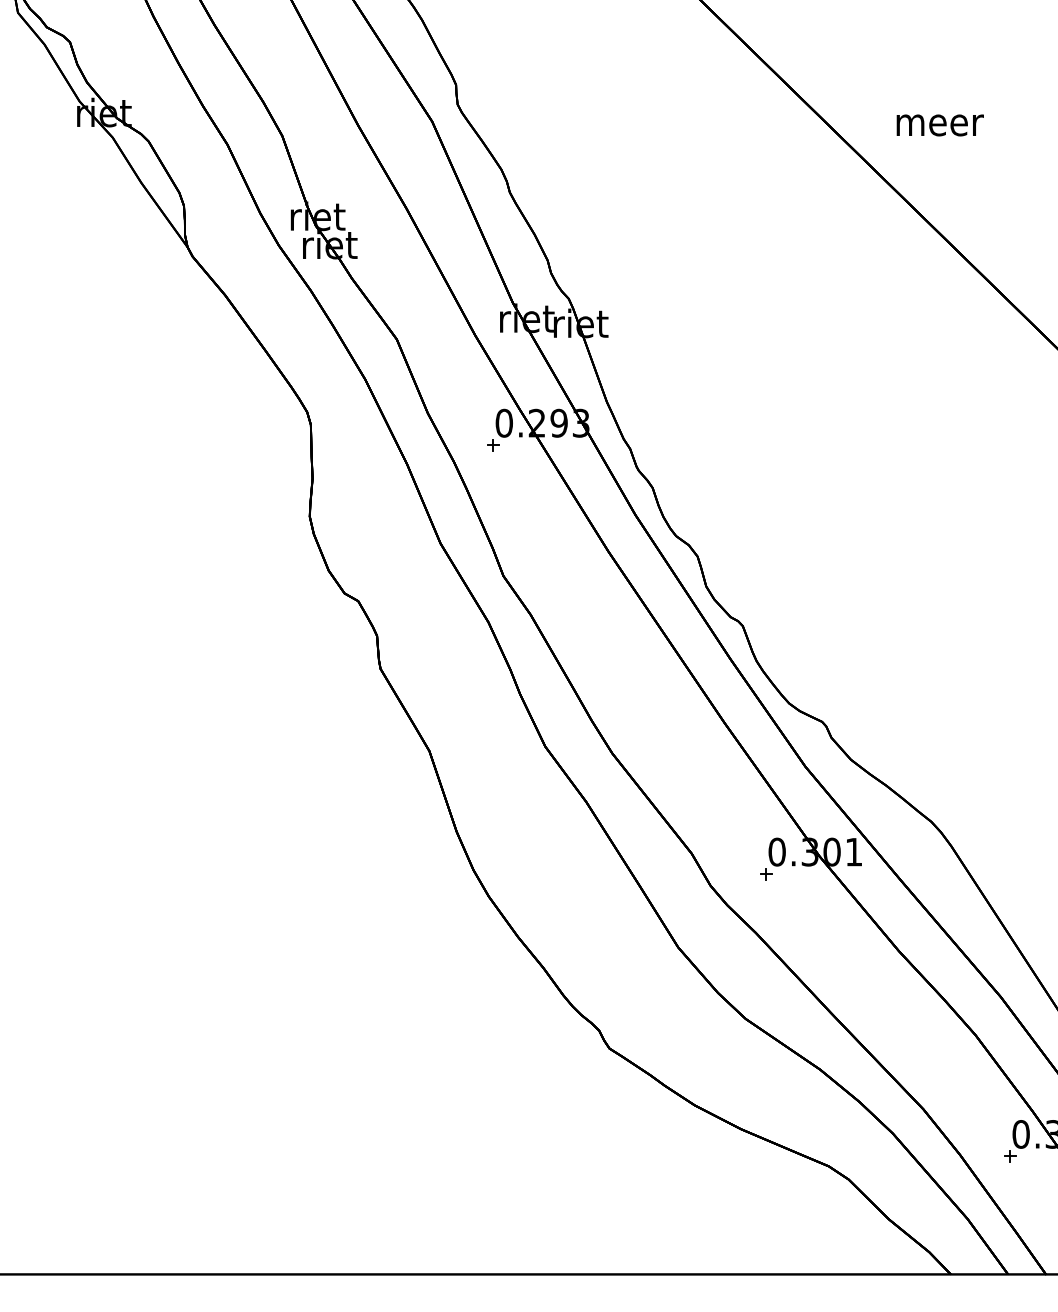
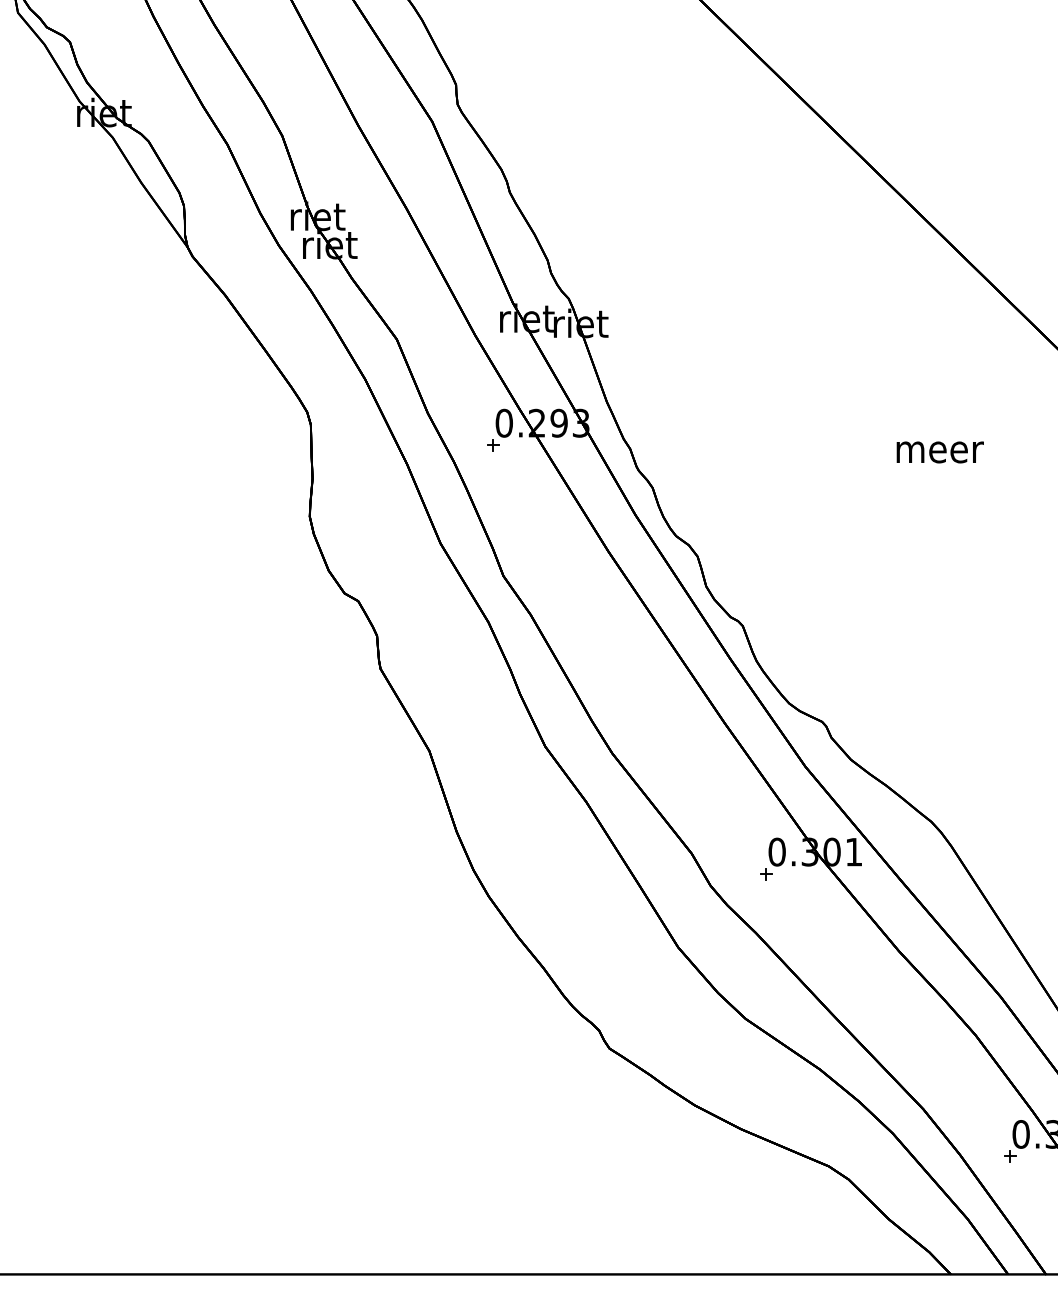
text at (939, 125) position: (939, 125) -> (939, 452)
